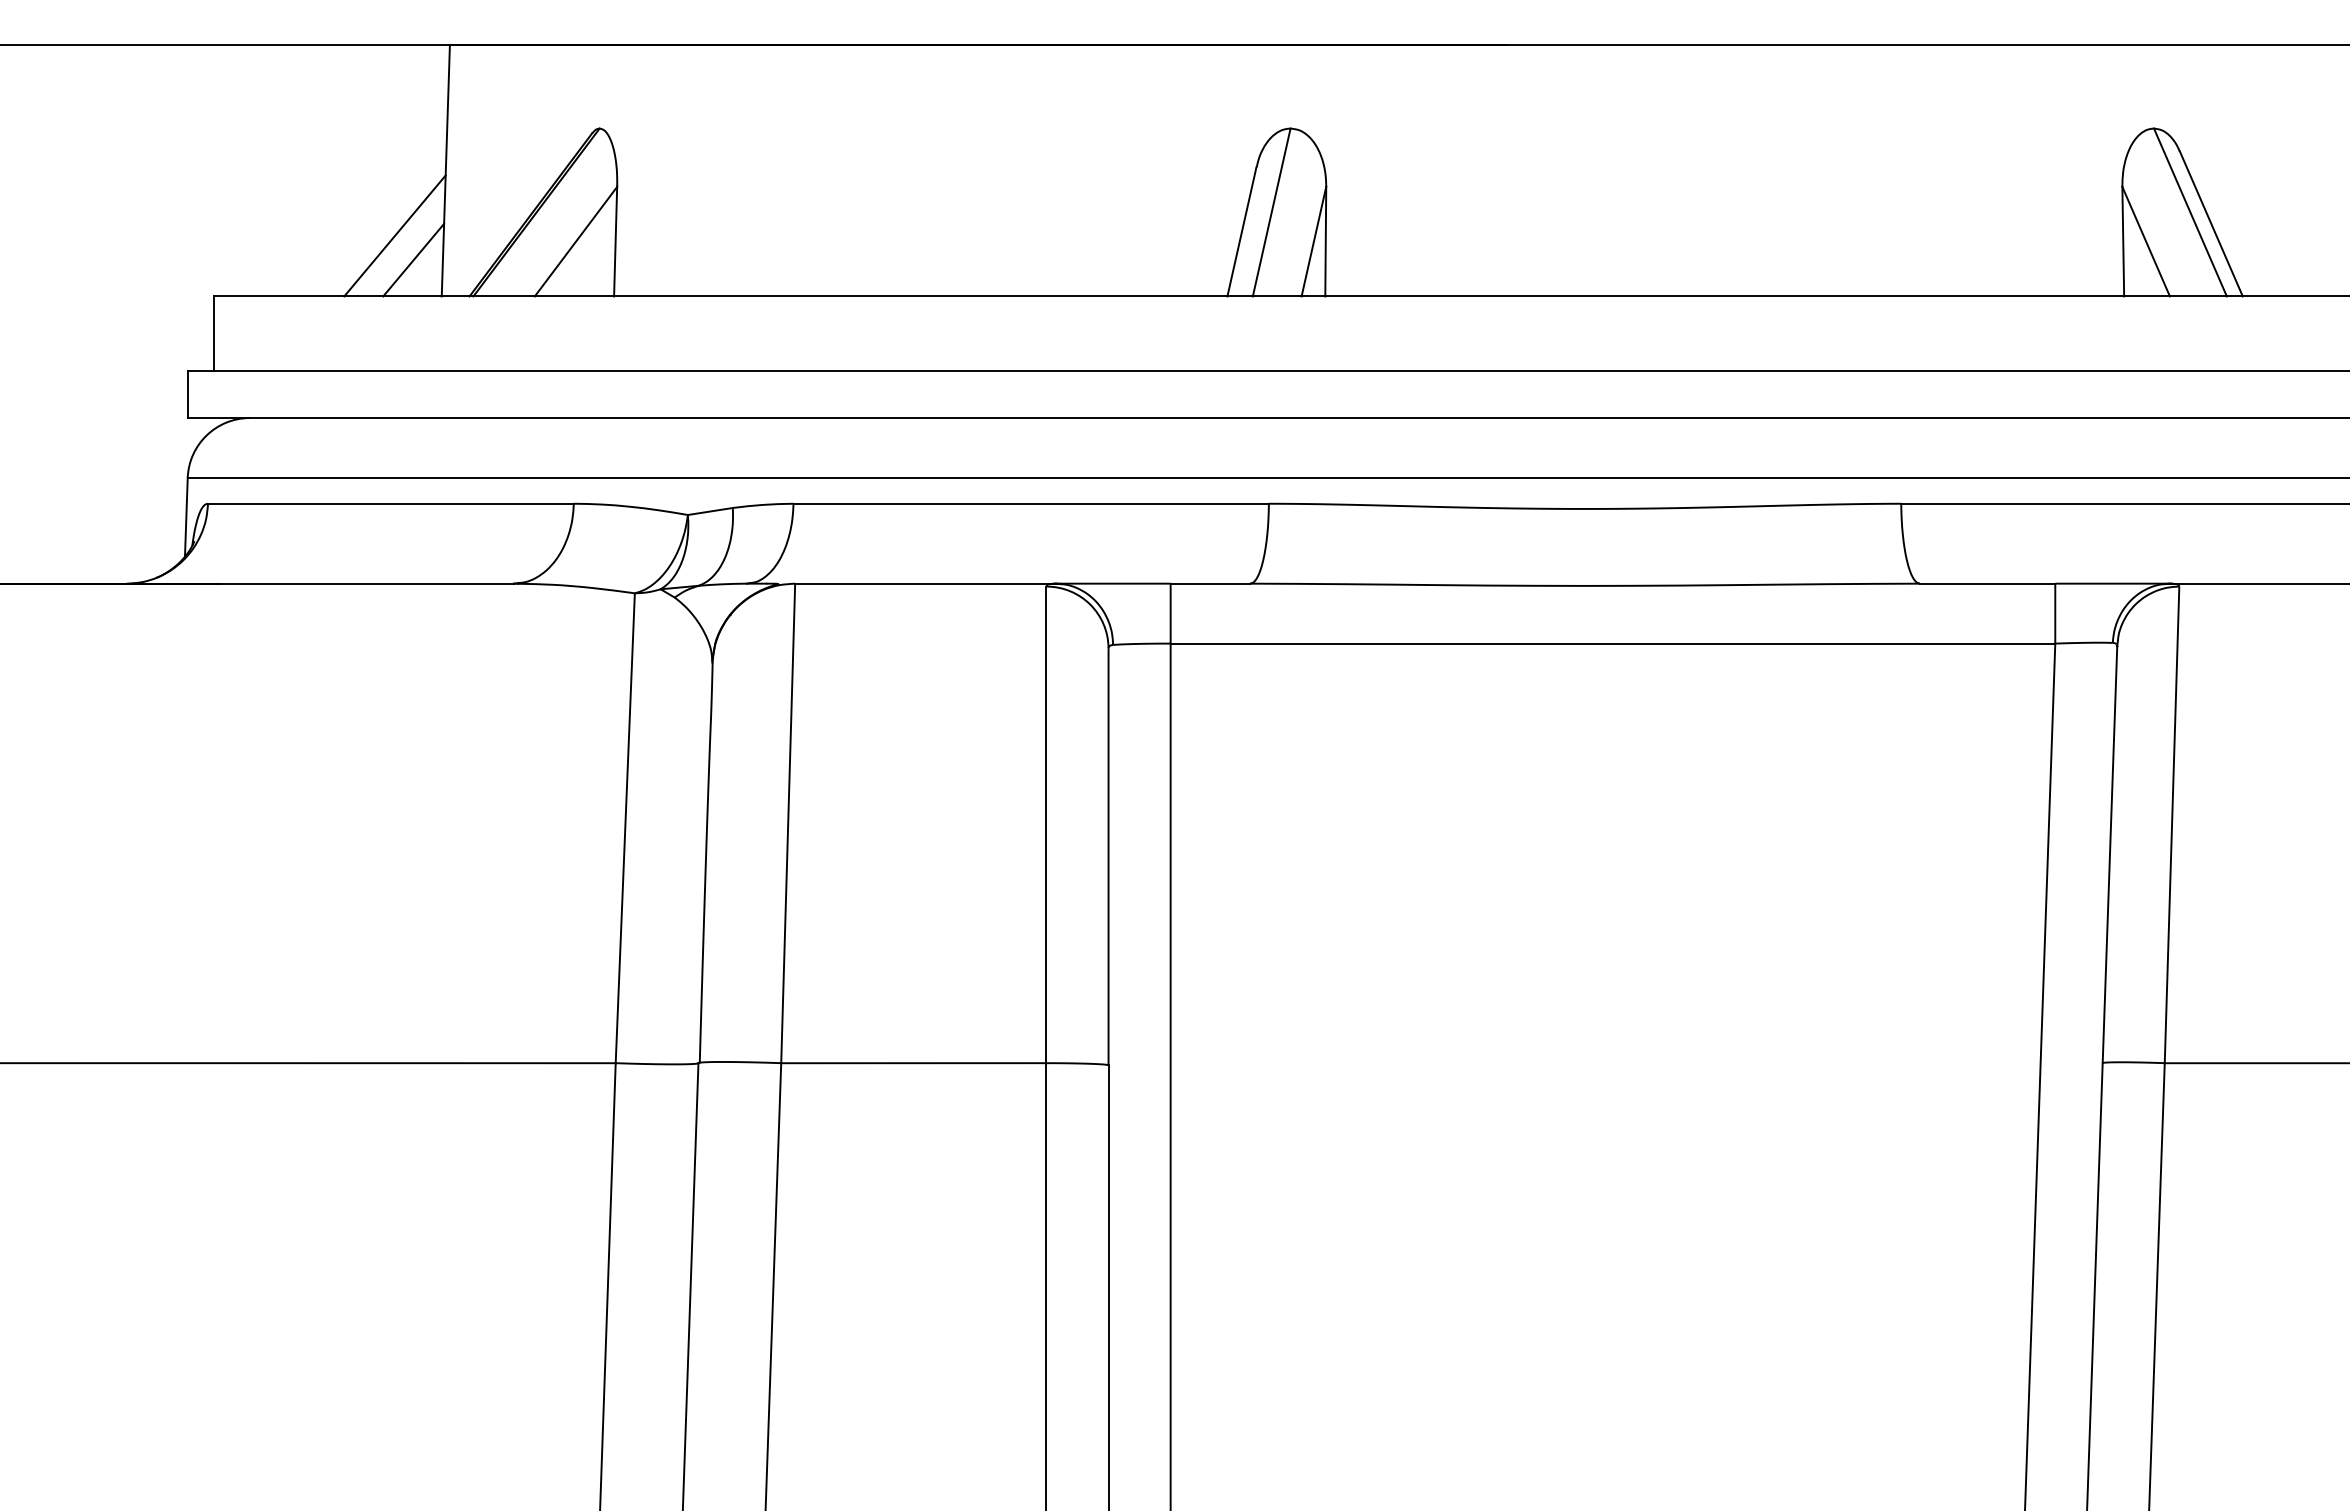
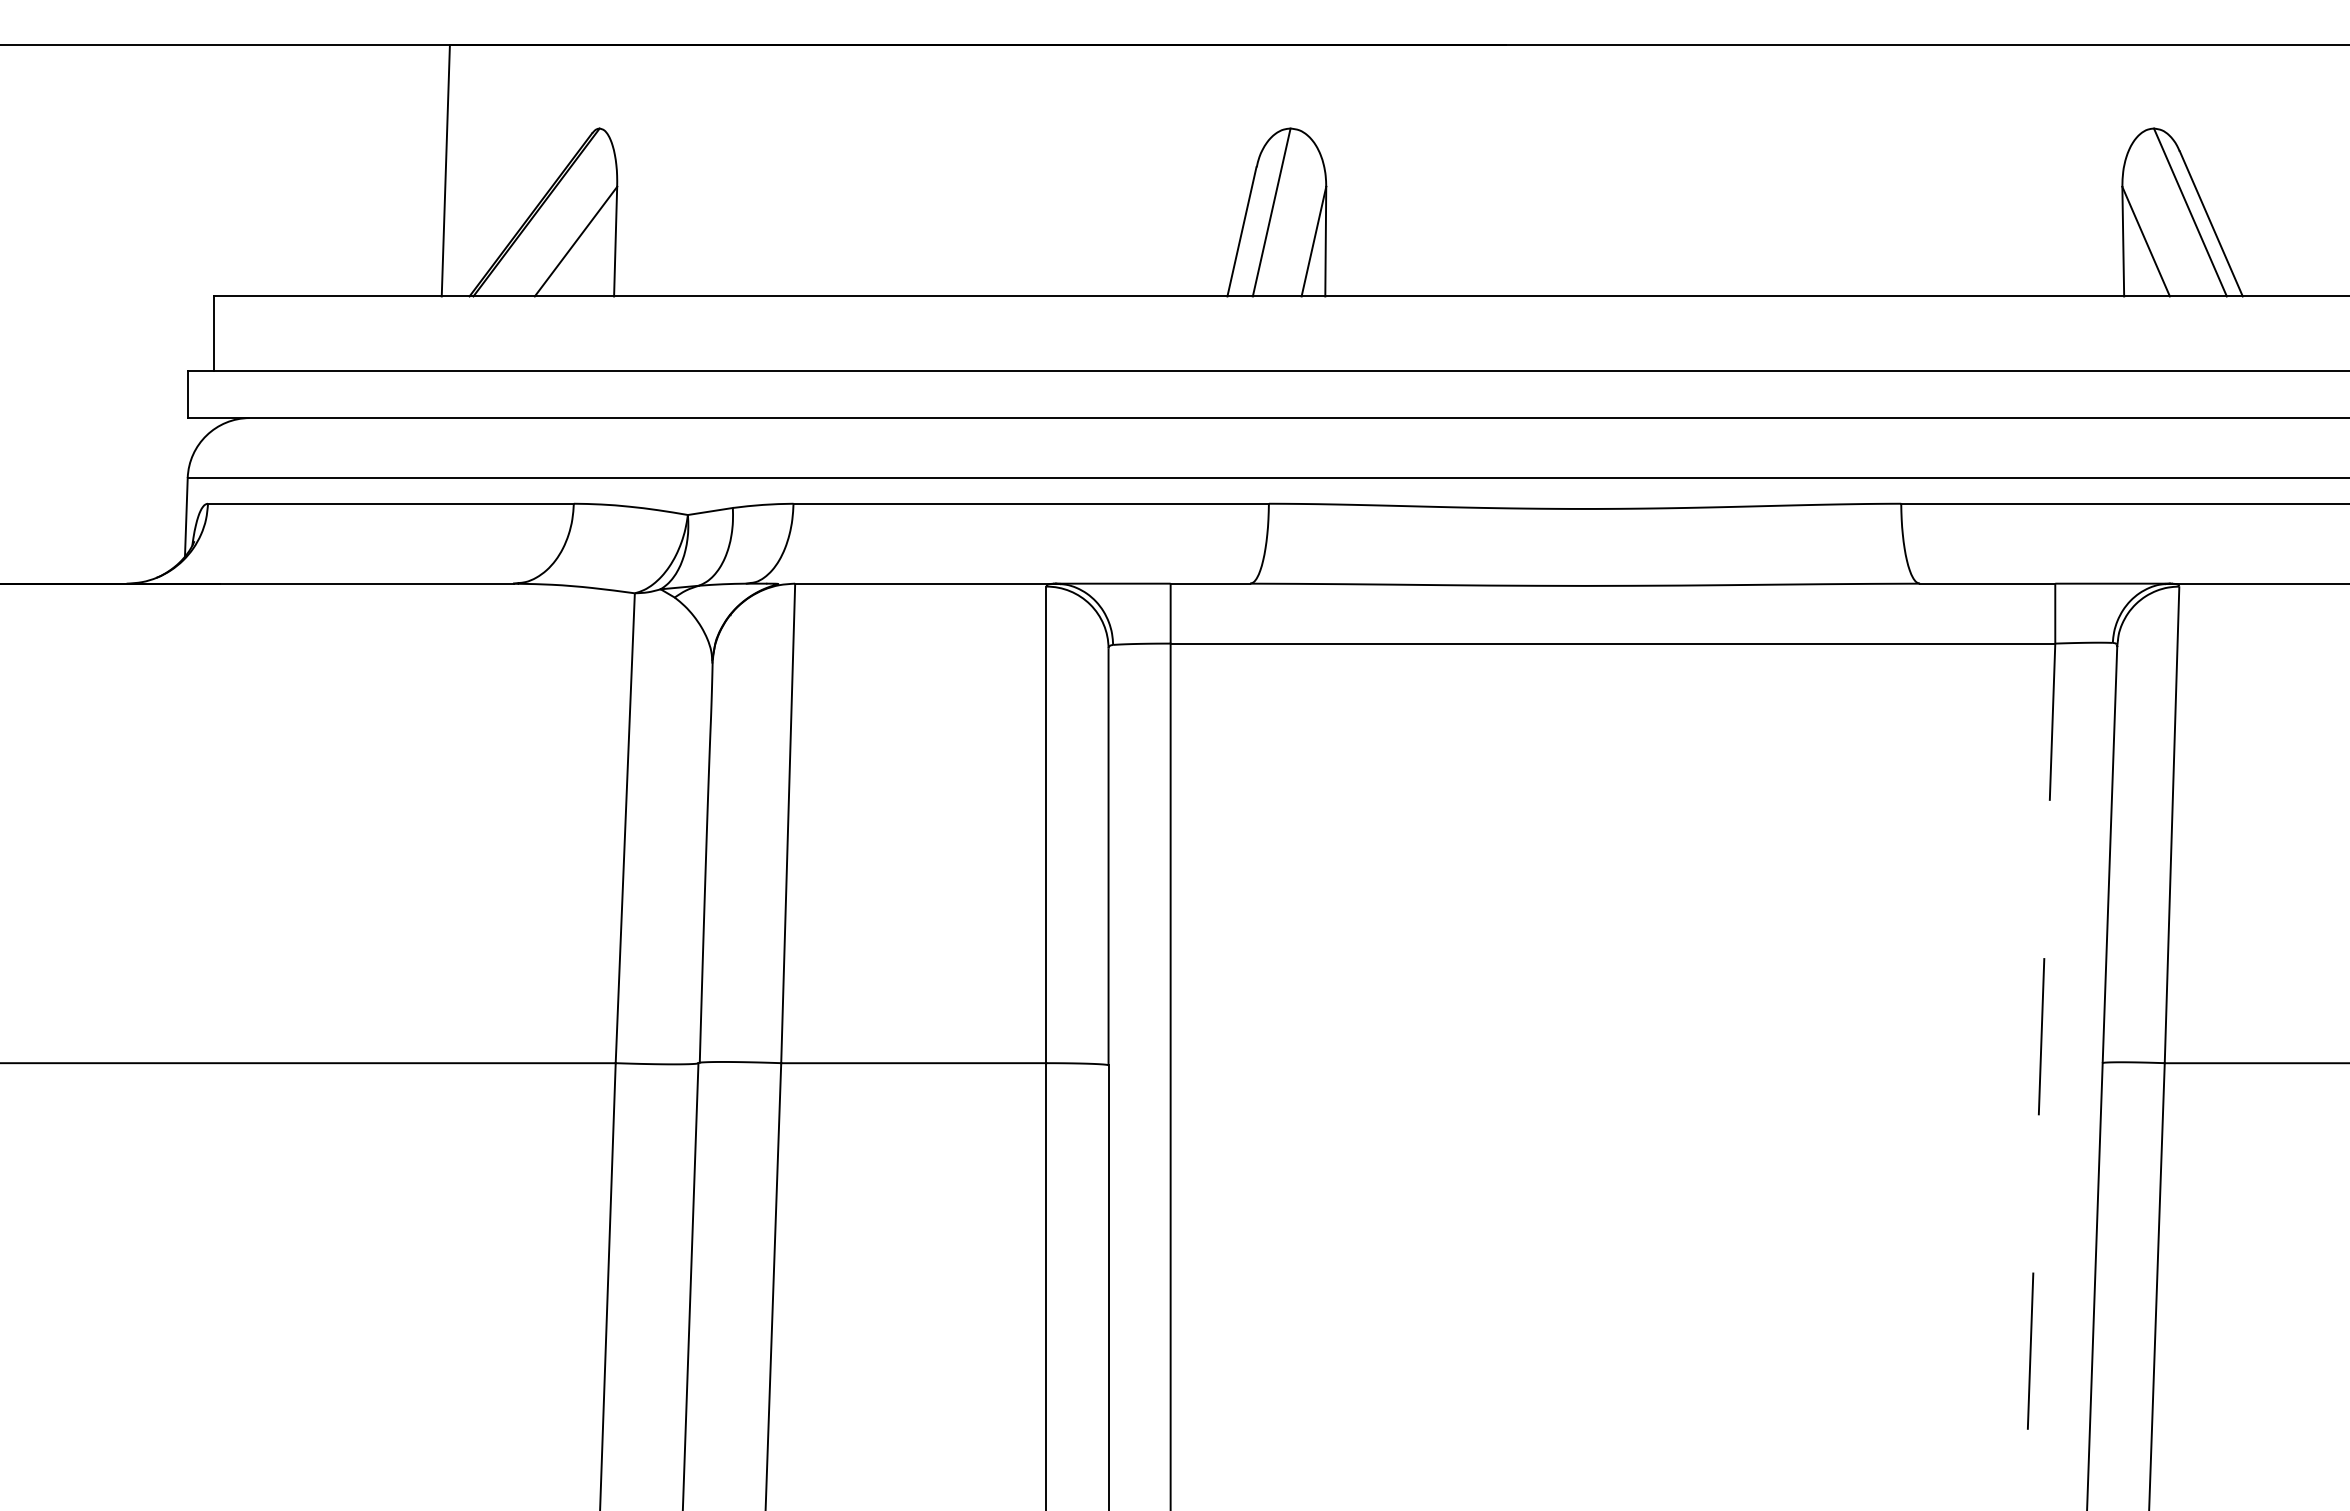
line at (394, 235): present -> none
line at (413, 259): present -> none
line at (2040, 1077): solid -> dashed
